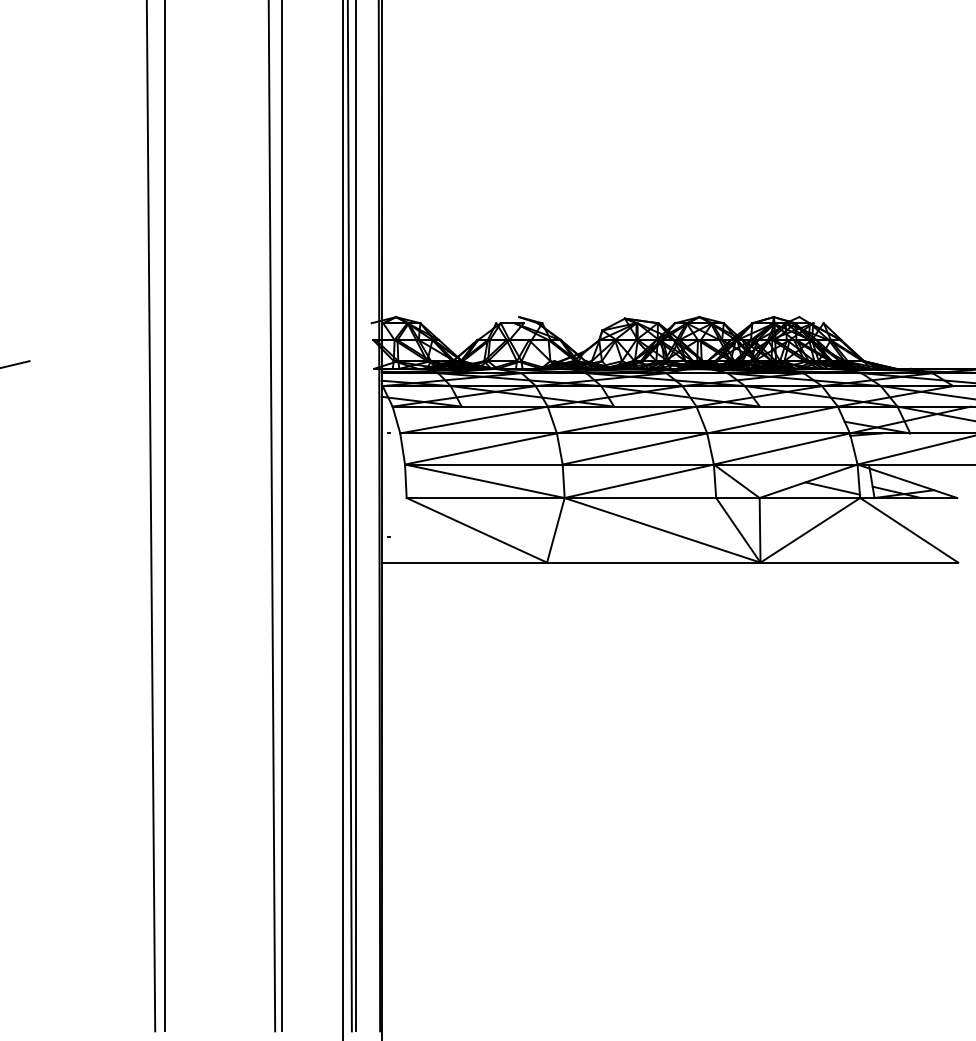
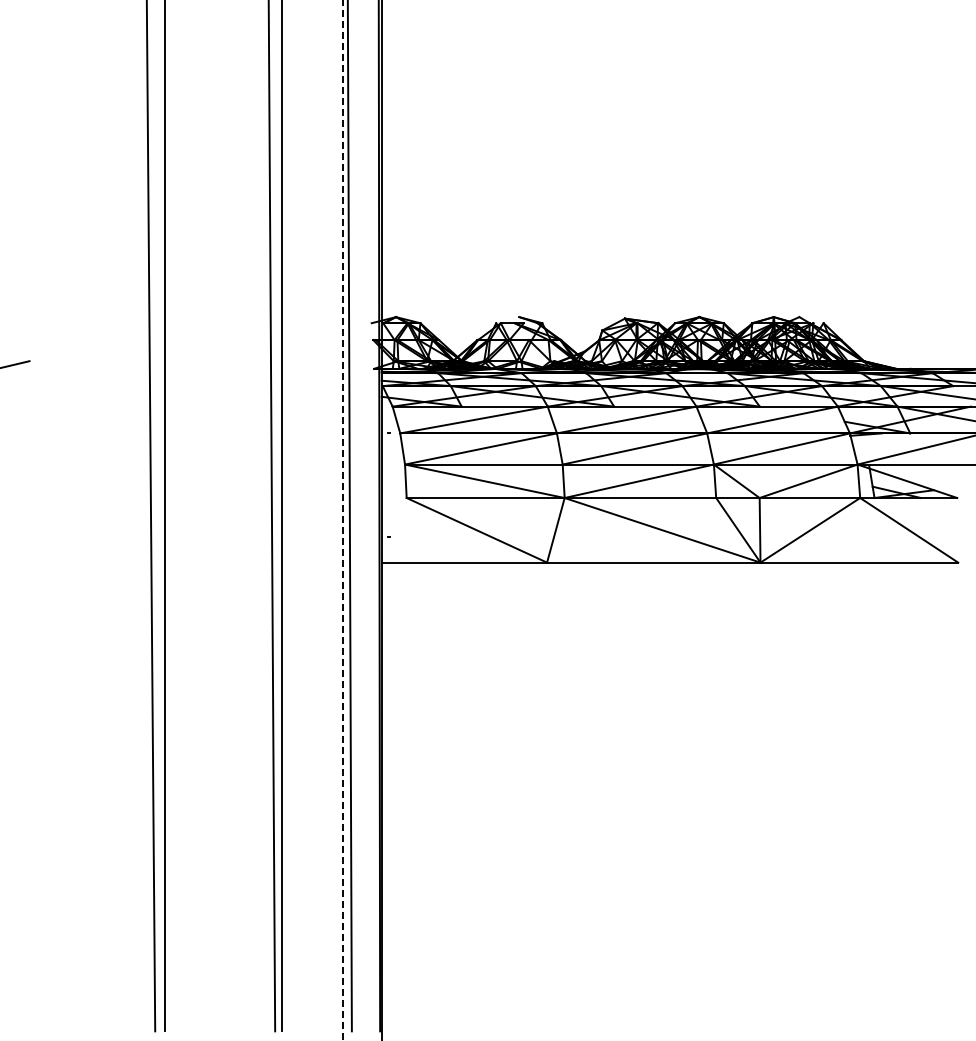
line at (832, 488): present -> none
line at (356, 516): present -> none
line at (342, 520): solid -> dashed
